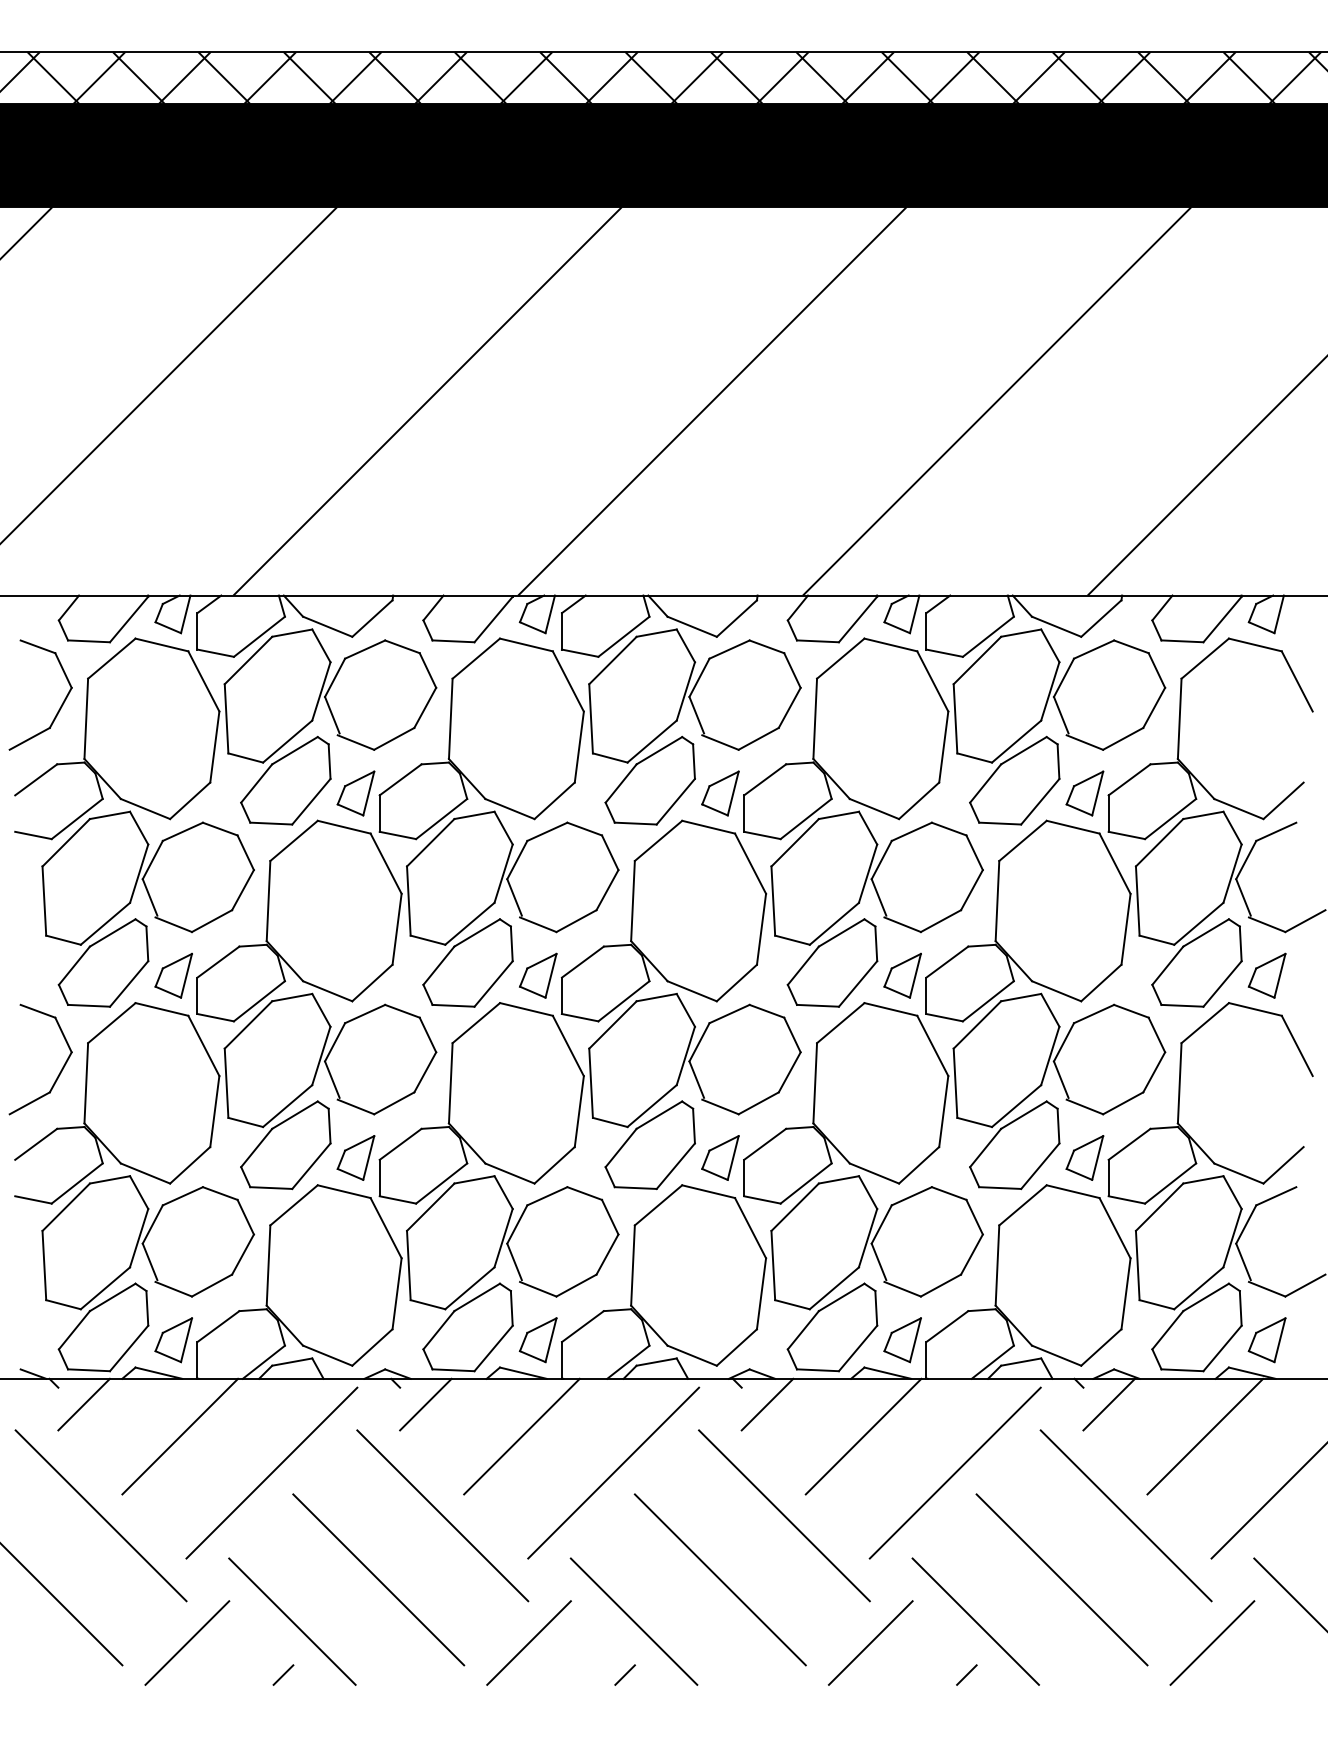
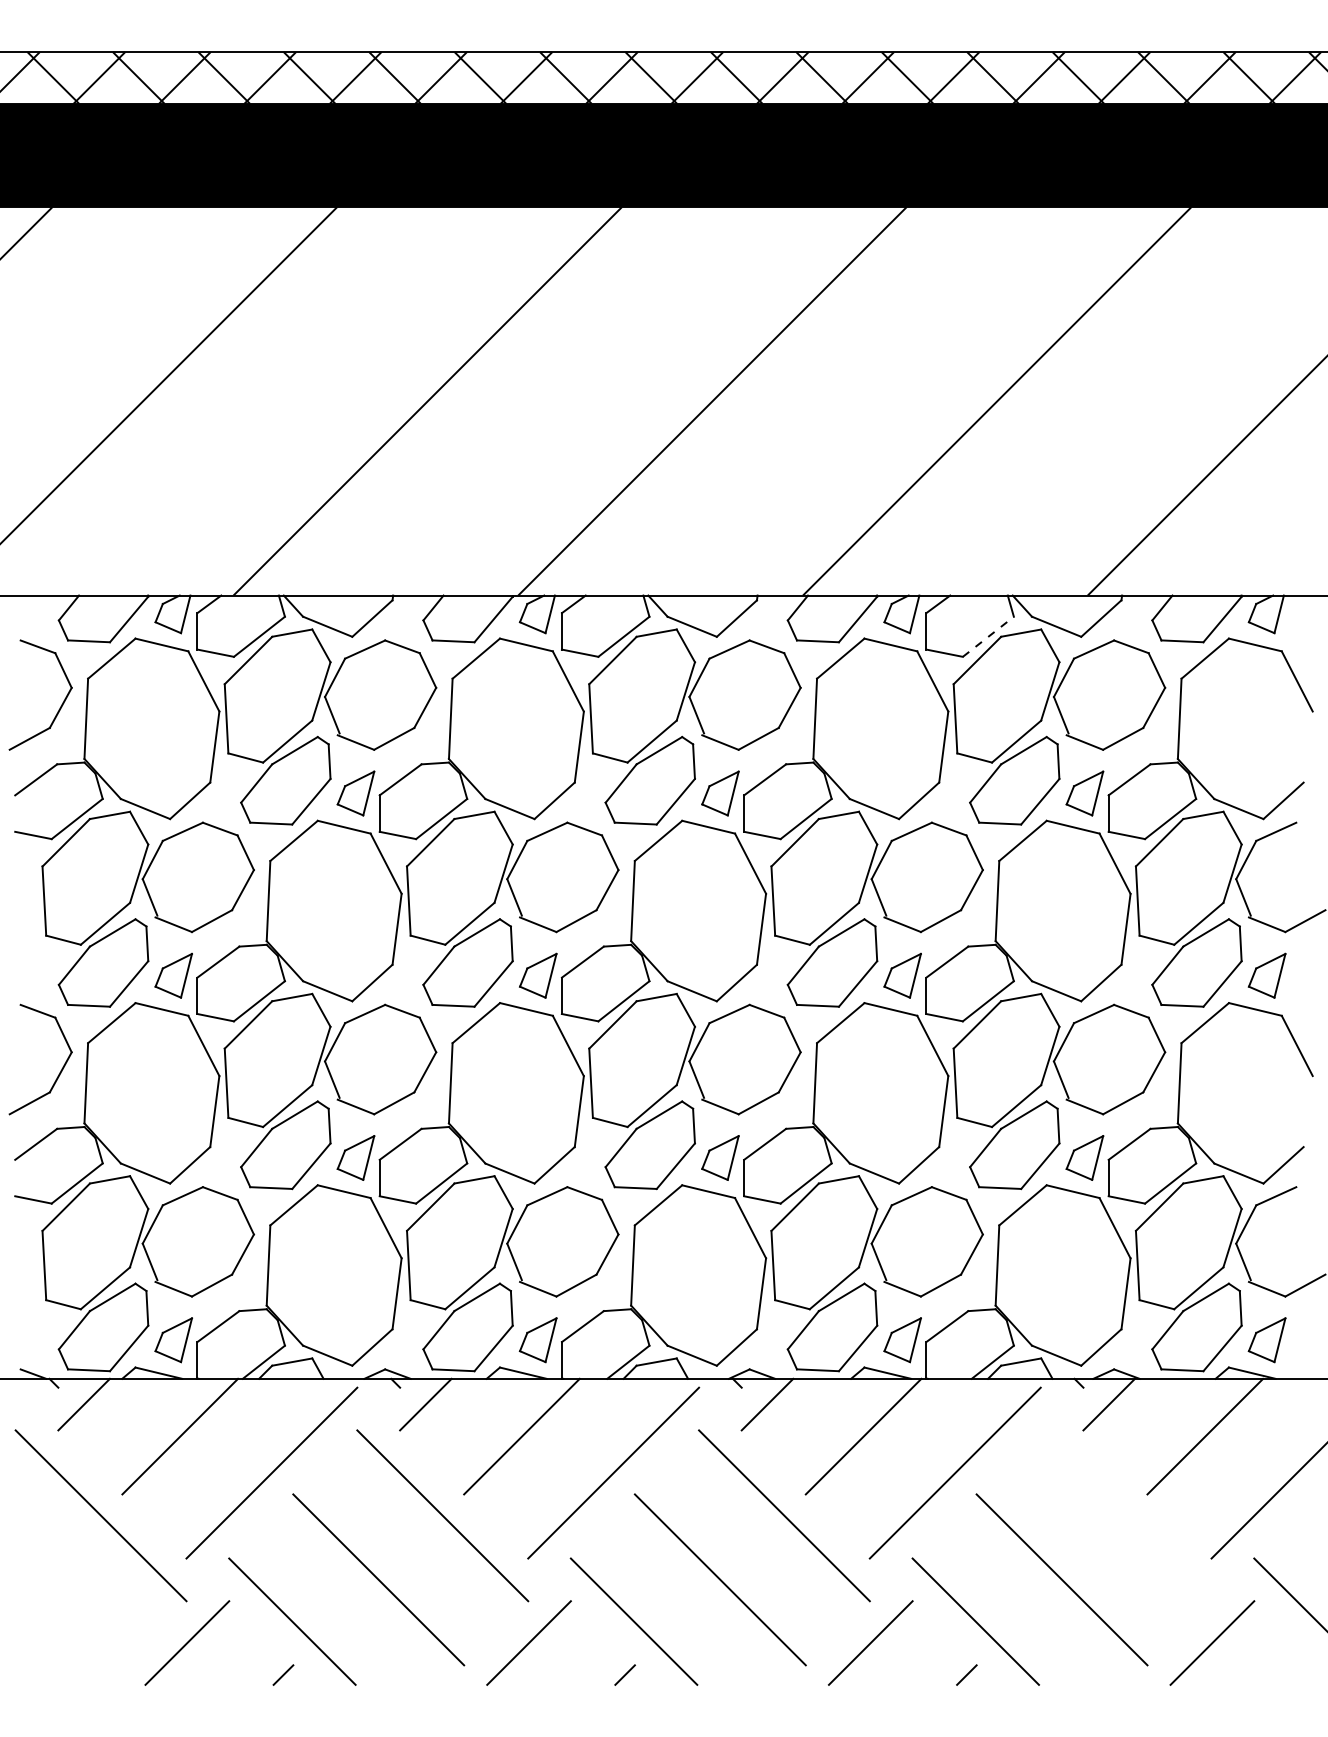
line at (988, 636): solid -> dashed
line at (1125, 1515): present -> none
line at (62, 1605): present -> none
